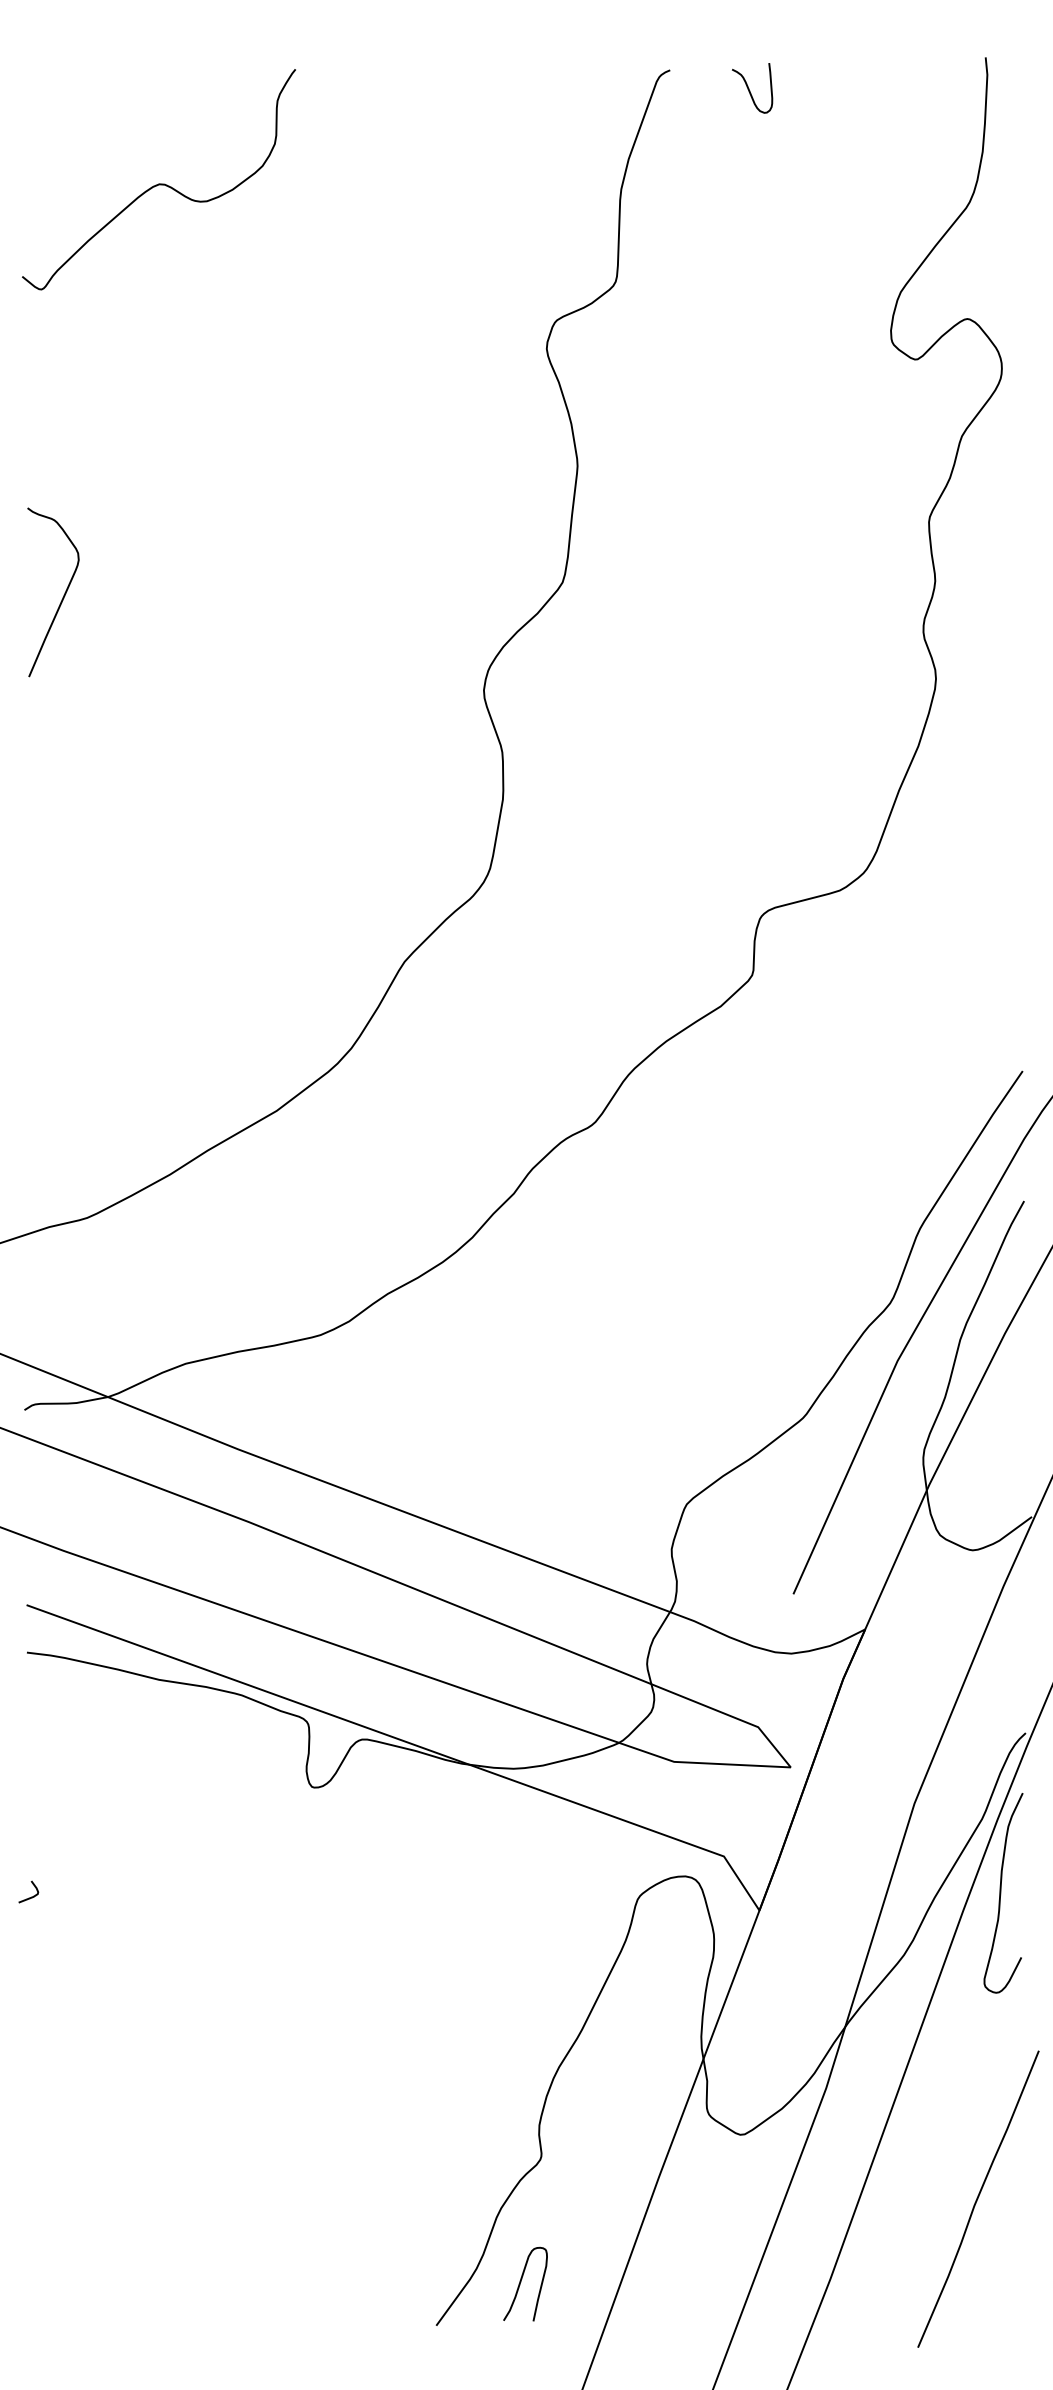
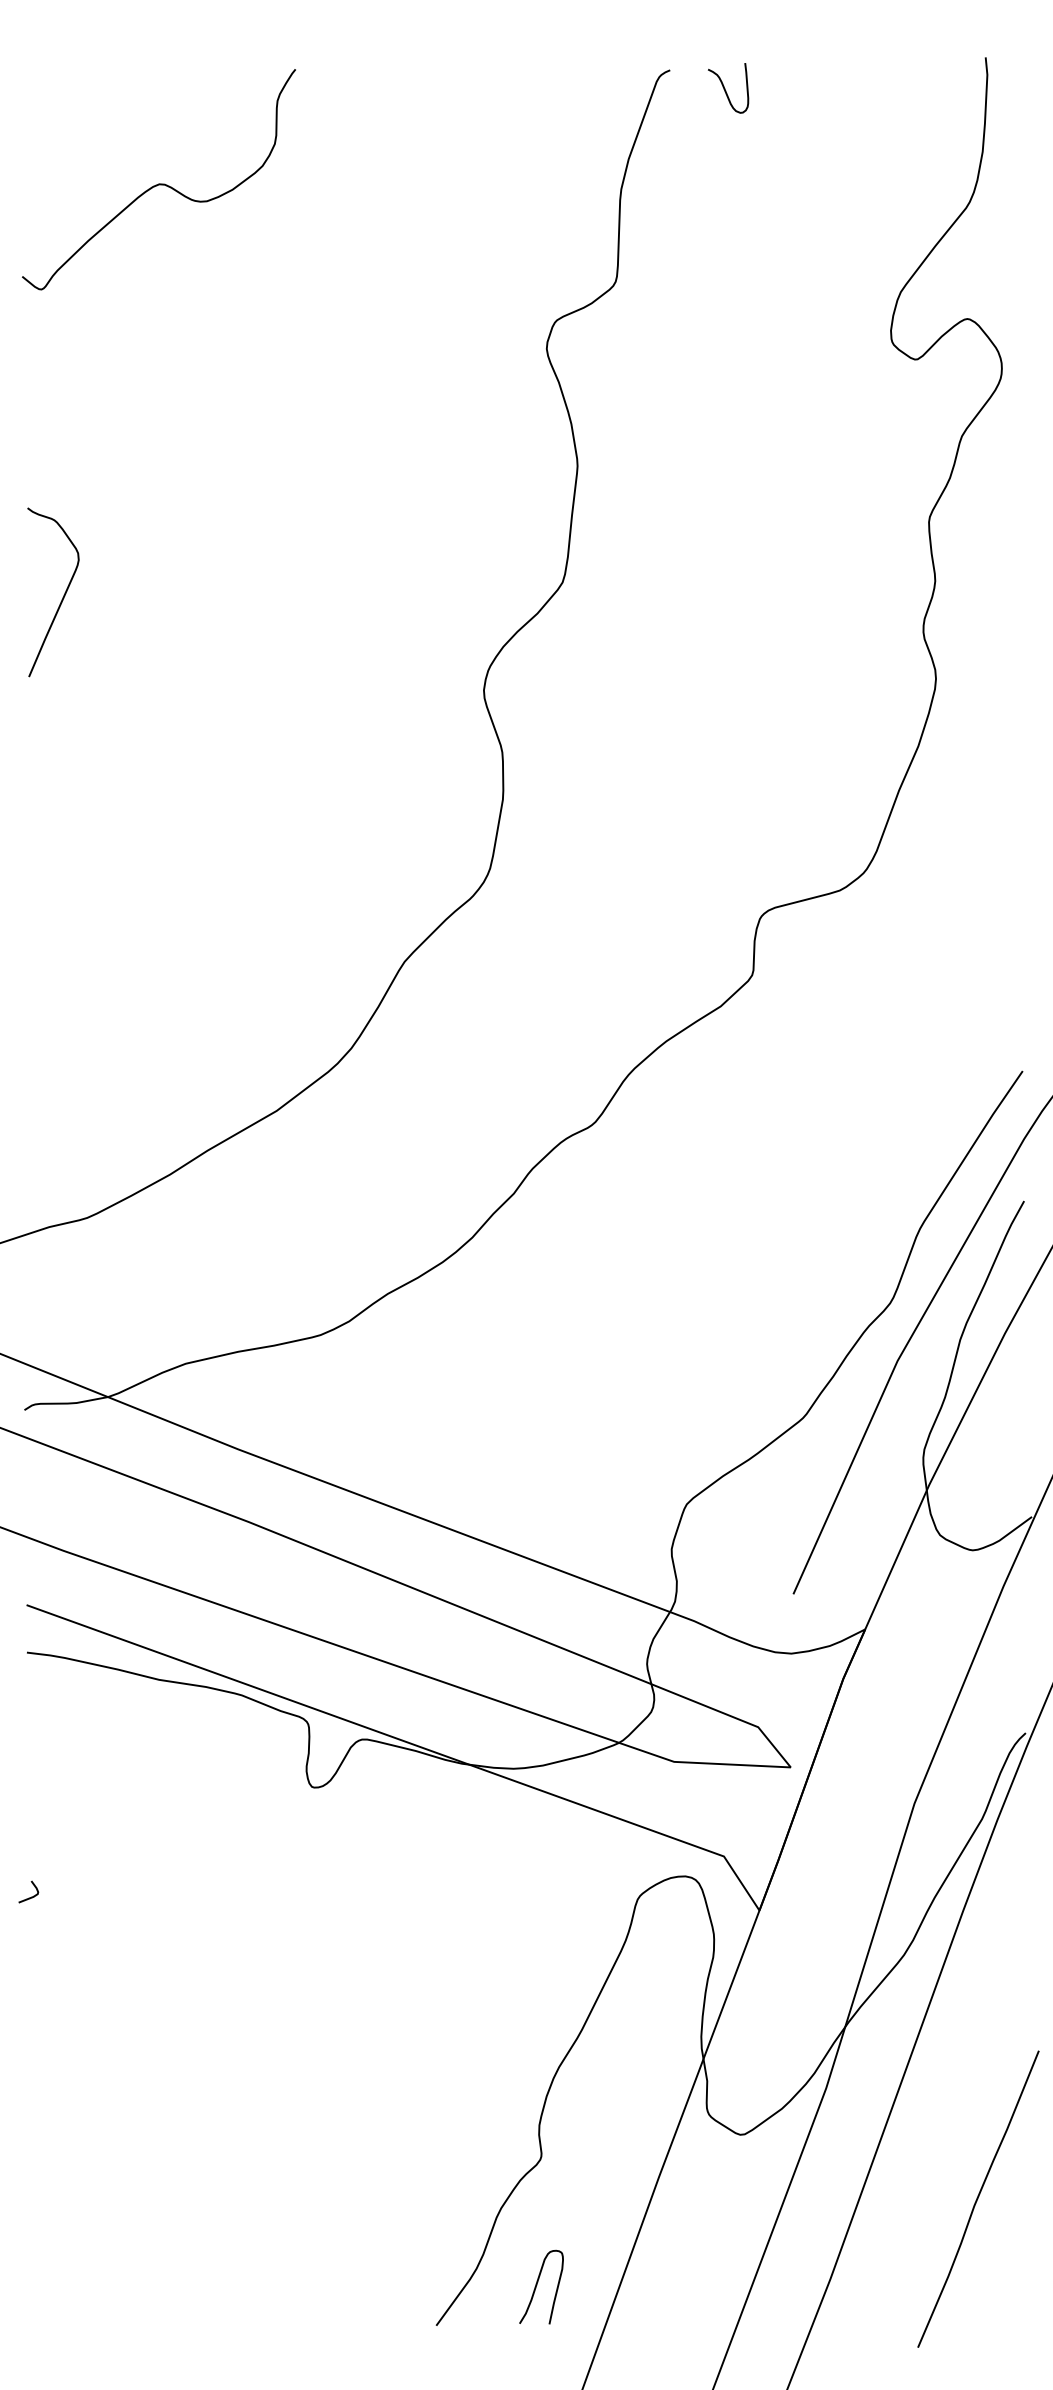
curve at (750, 90) position: (750, 90) -> (726, 90)
curve at (1001, 1893): present -> none
curve at (521, 2282) position: (521, 2282) -> (537, 2285)
